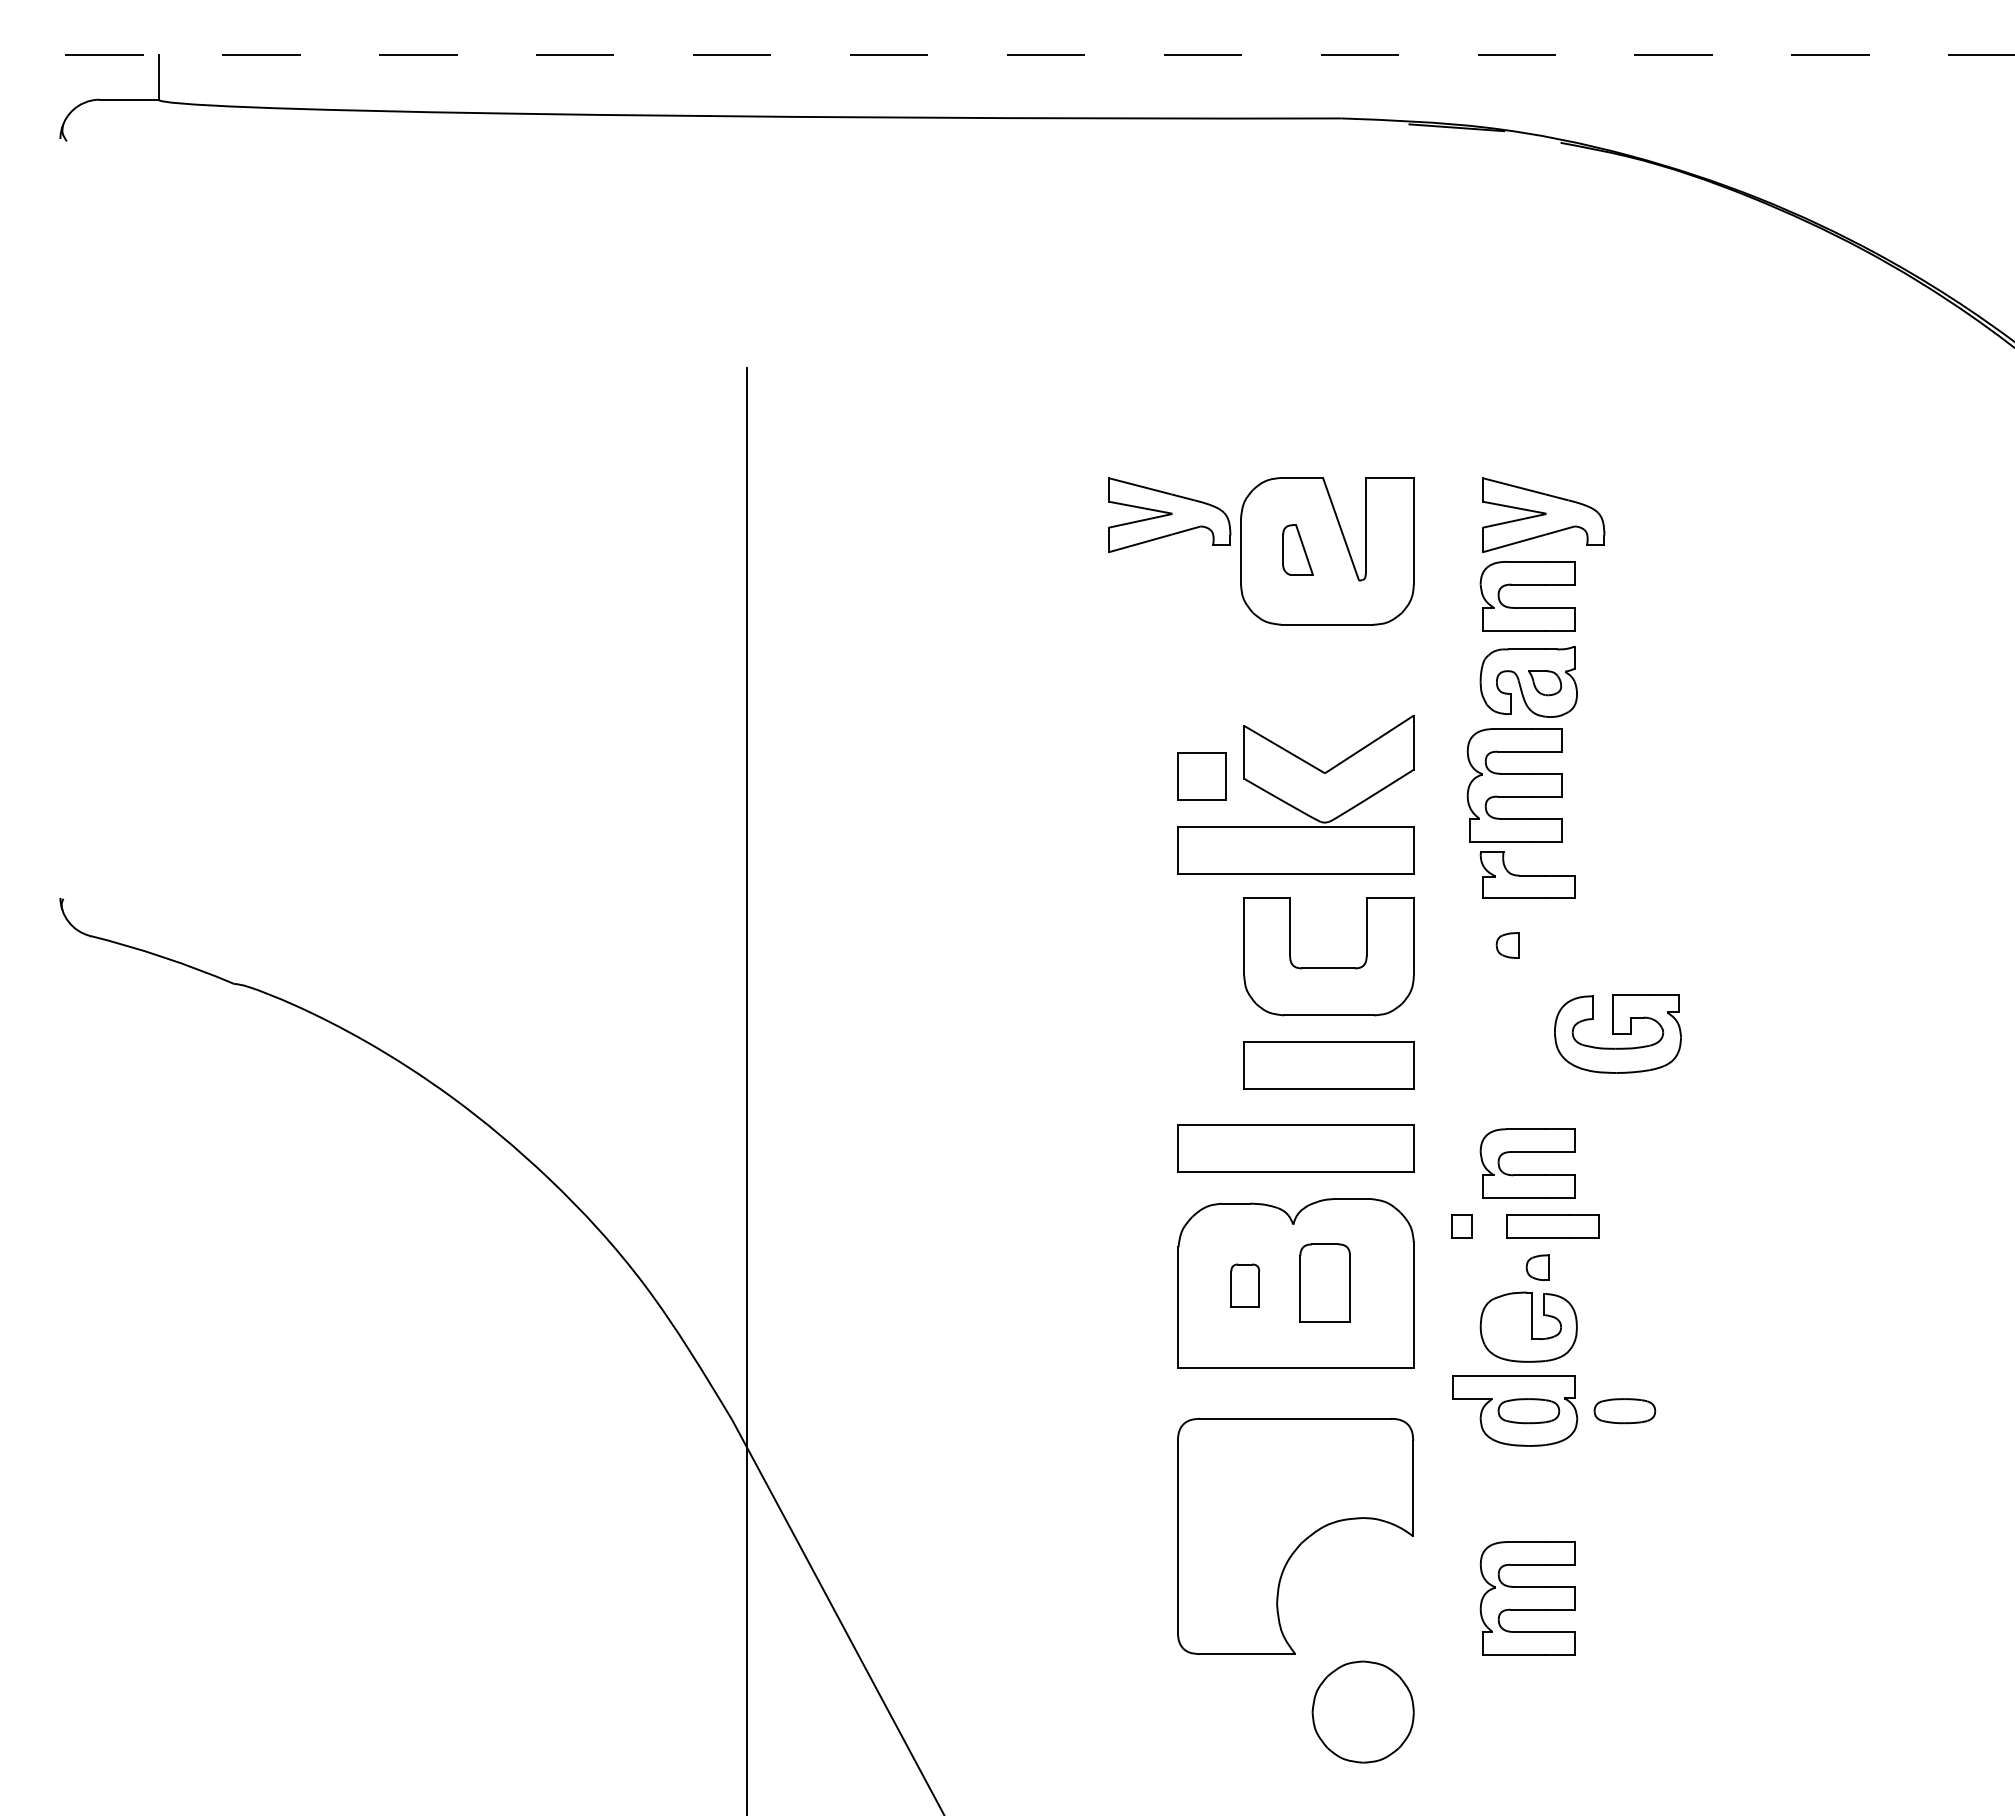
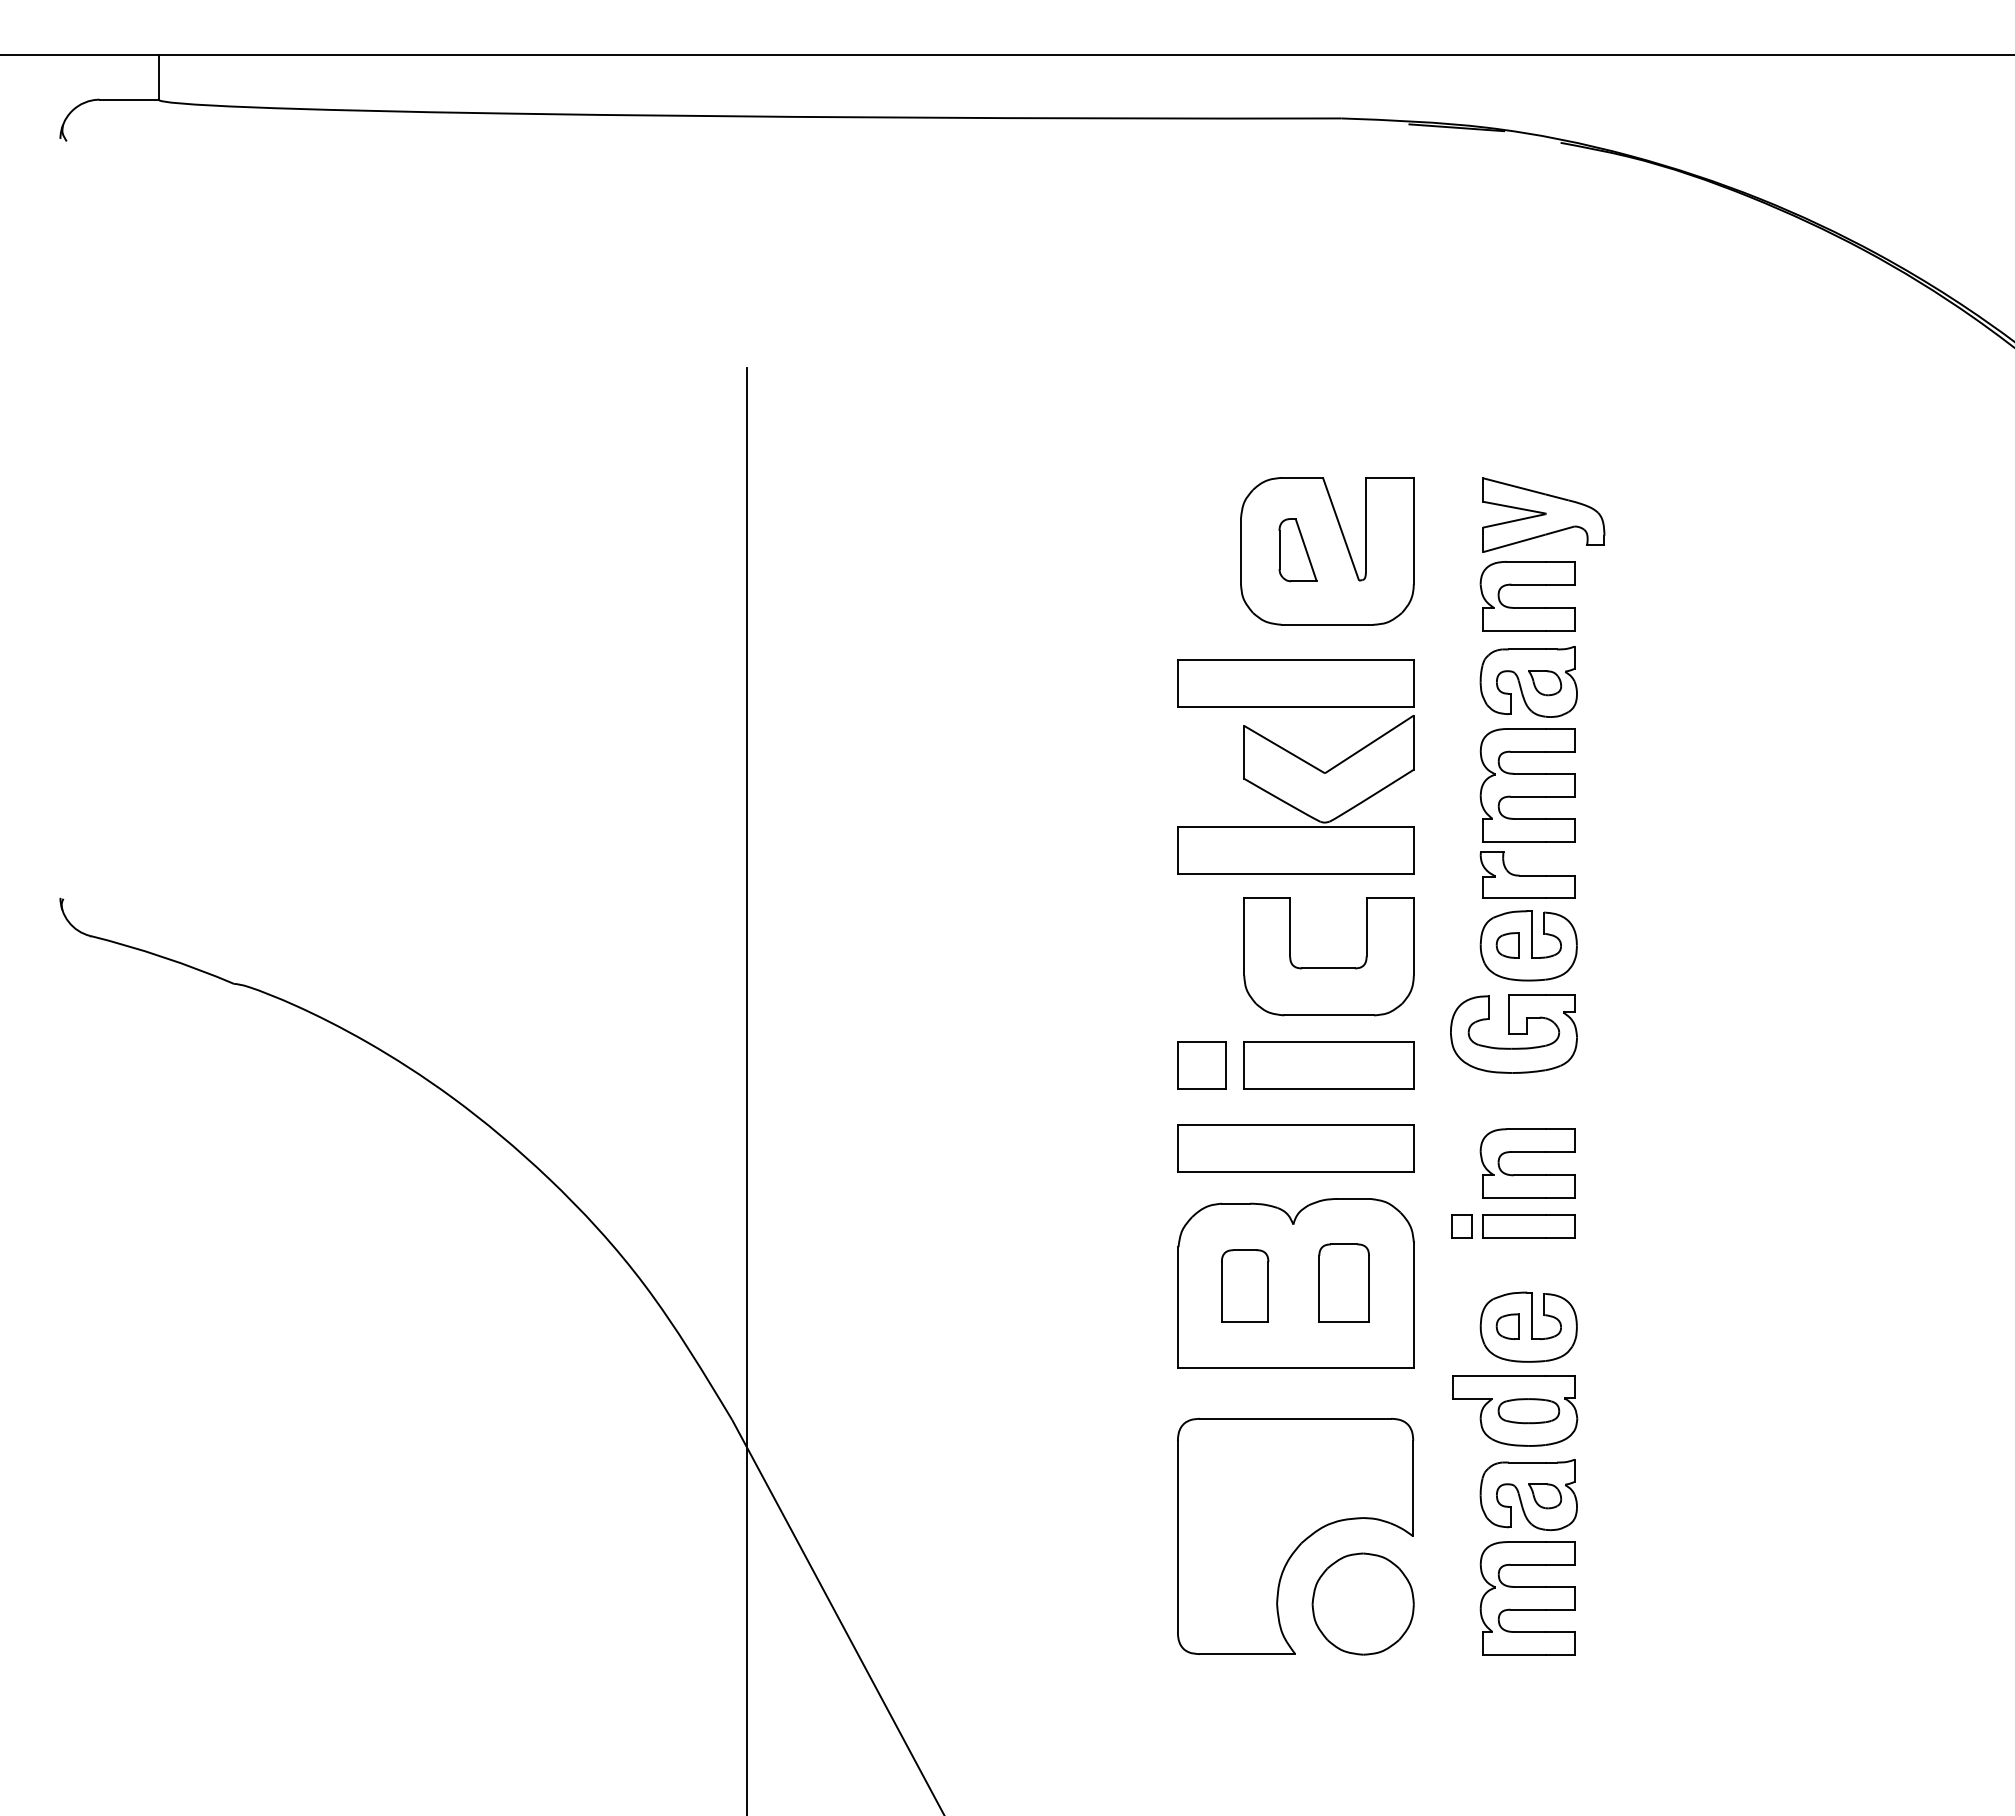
line at (1007, 54): dashed -> solid
part at (1169, 514): present -> none
part at (1297, 549) size: 32x52 px -> 40x65 px
part at (1295, 683): none -> present
part at (1201, 776) position: (1201, 776) -> (1201, 1065)
part at (1514, 785) position: (1514, 785) -> (1527, 785)
part at (1528, 945): none -> present
part at (1617, 1033) position: (1617, 1033) -> (1513, 1033)
part at (1552, 1226) position: (1552, 1226) -> (1528, 1226)
part at (1537, 1267) position: (1537, 1267) -> (1507, 1326)
part at (1324, 1282) position: (1324, 1282) -> (1343, 1282)
part at (1245, 1285) size: 31x45 px -> 49x74 px
part at (1624, 1411): present -> none
part at (1528, 1494): none -> present
part at (1362, 1711) position: (1362, 1711) -> (1362, 1603)
